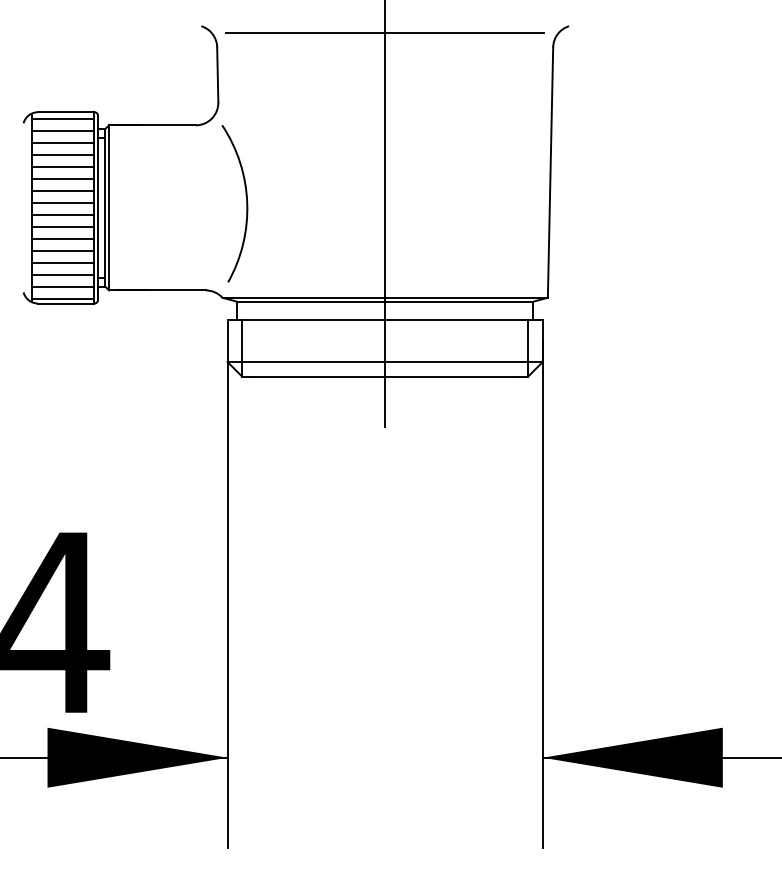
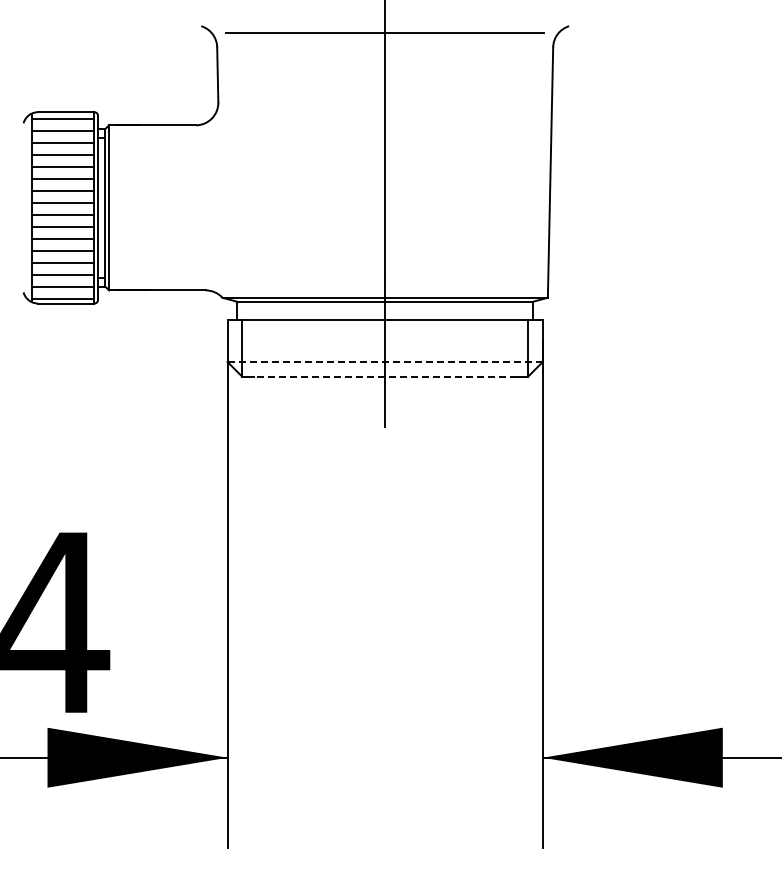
arc at (246, 203): present -> none
line at (385, 362): solid -> dashed
line at (385, 376): solid -> dashed
